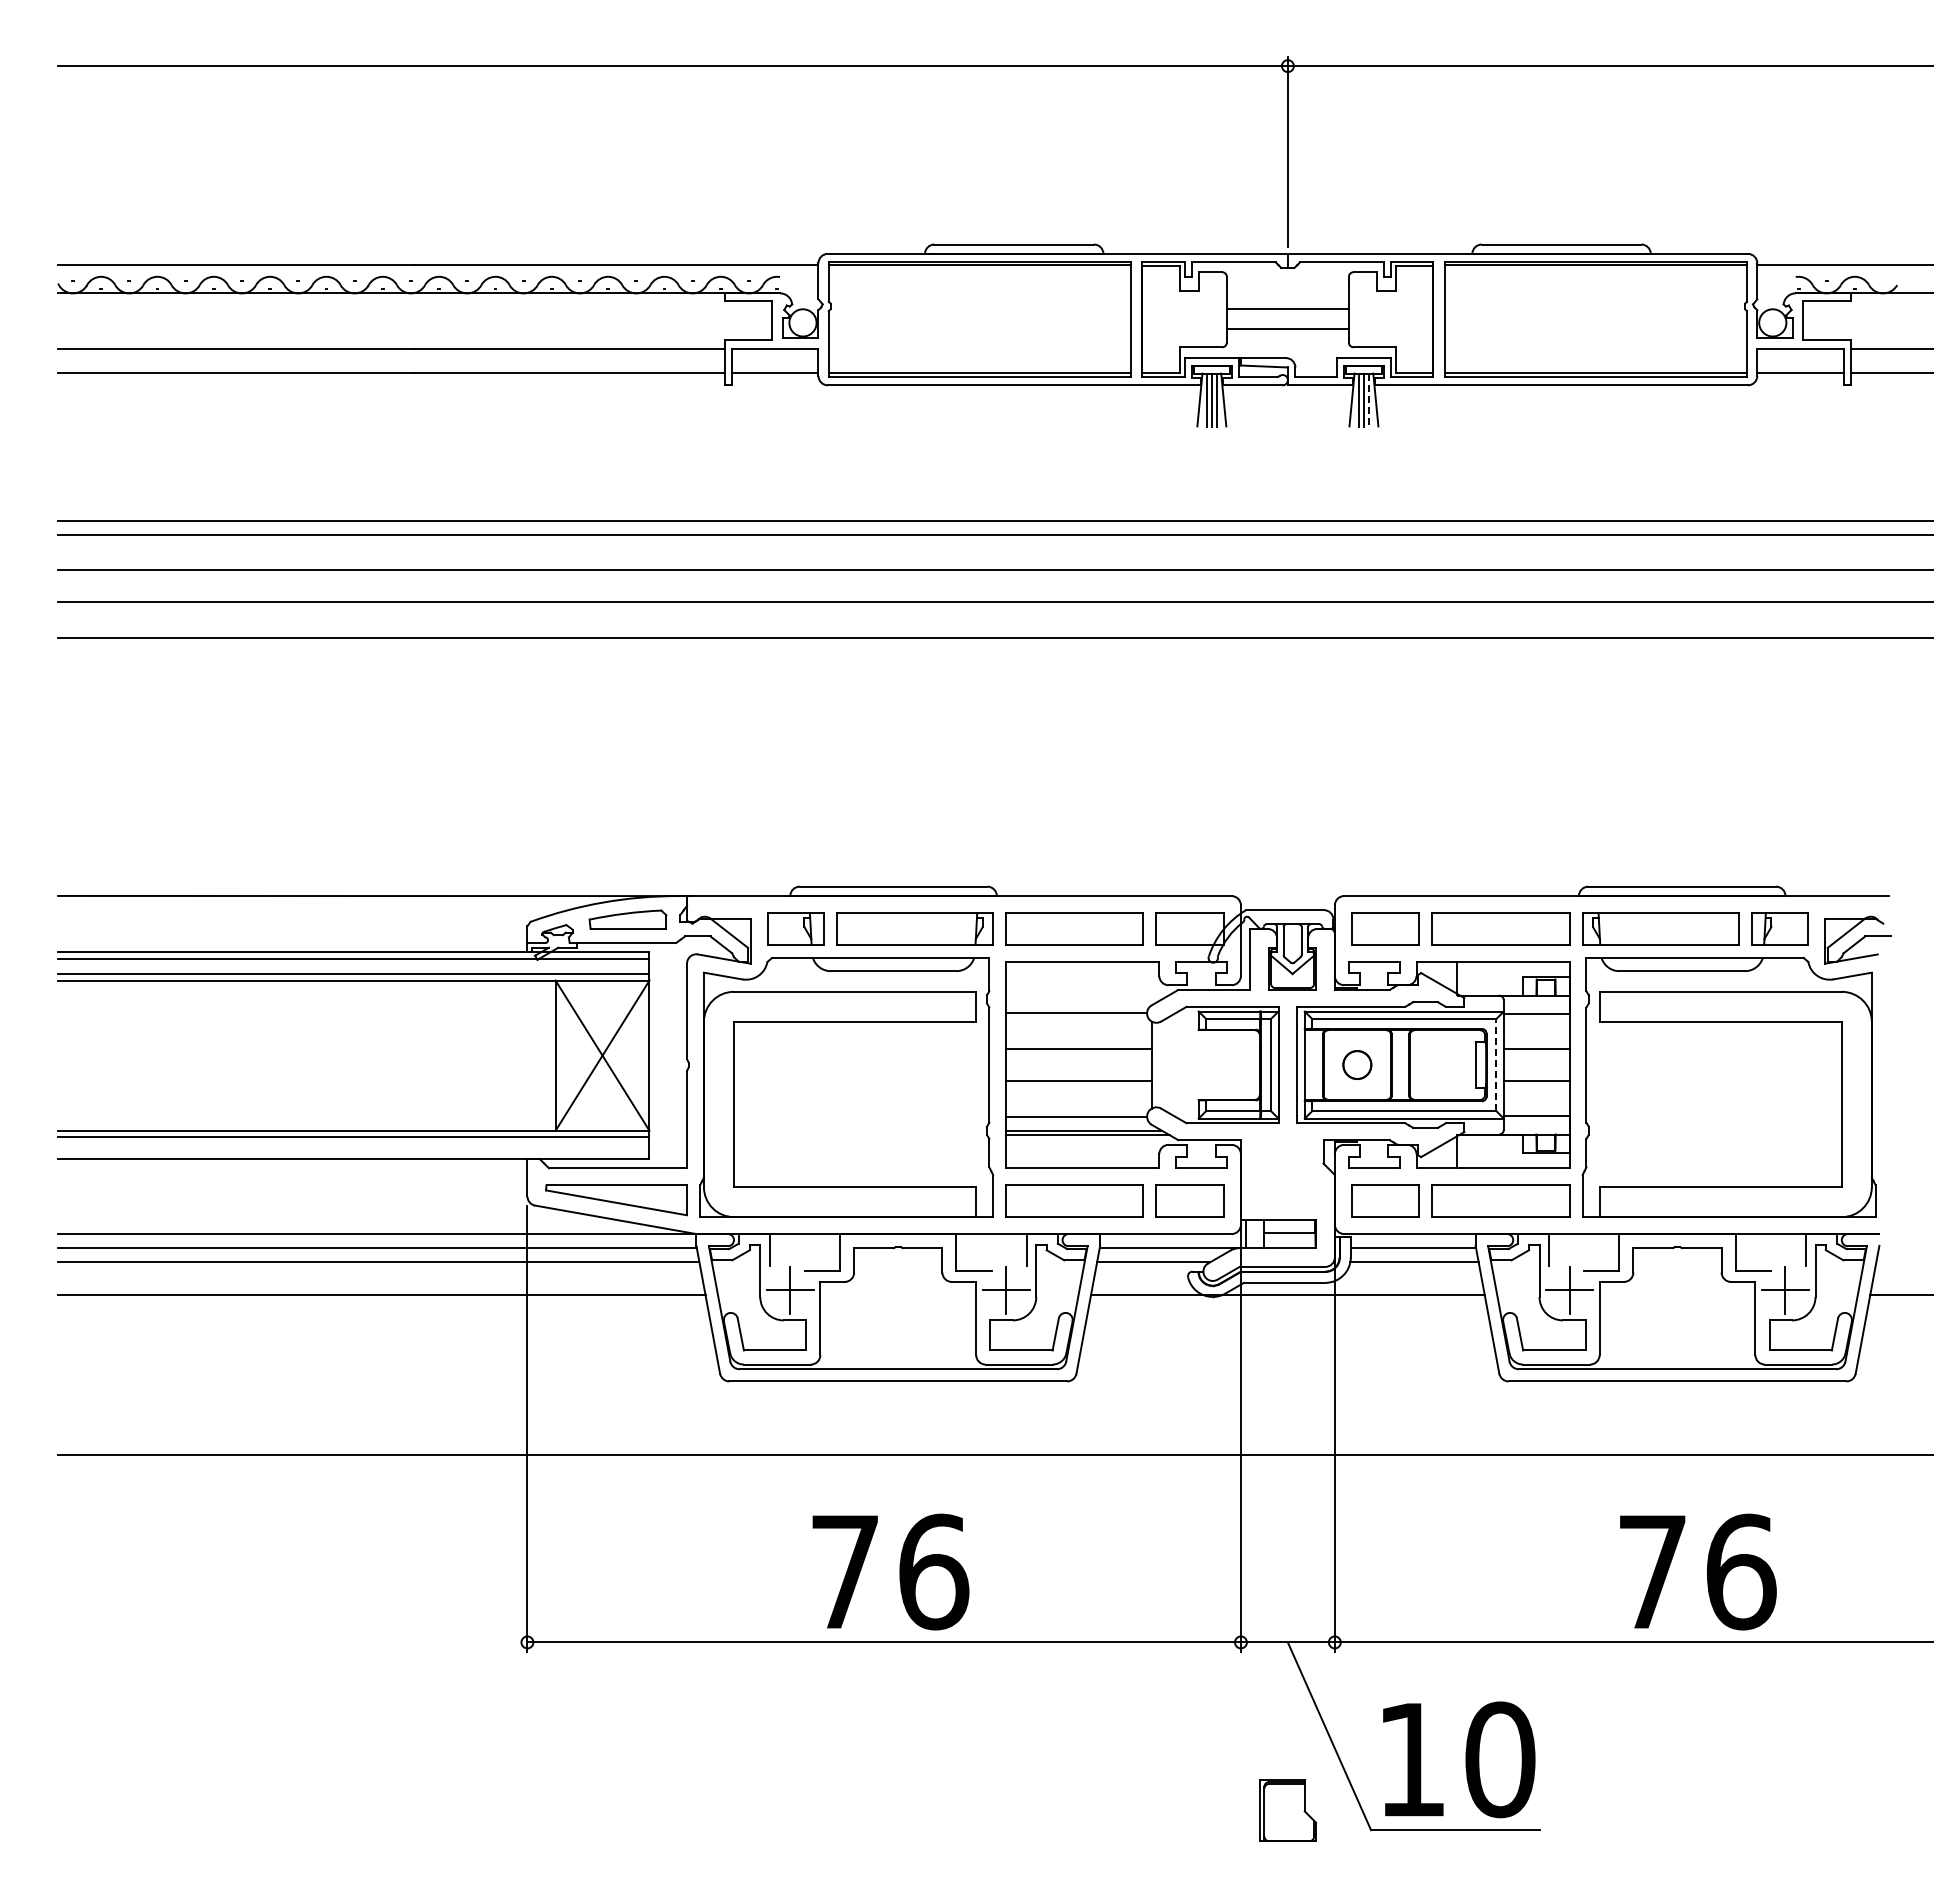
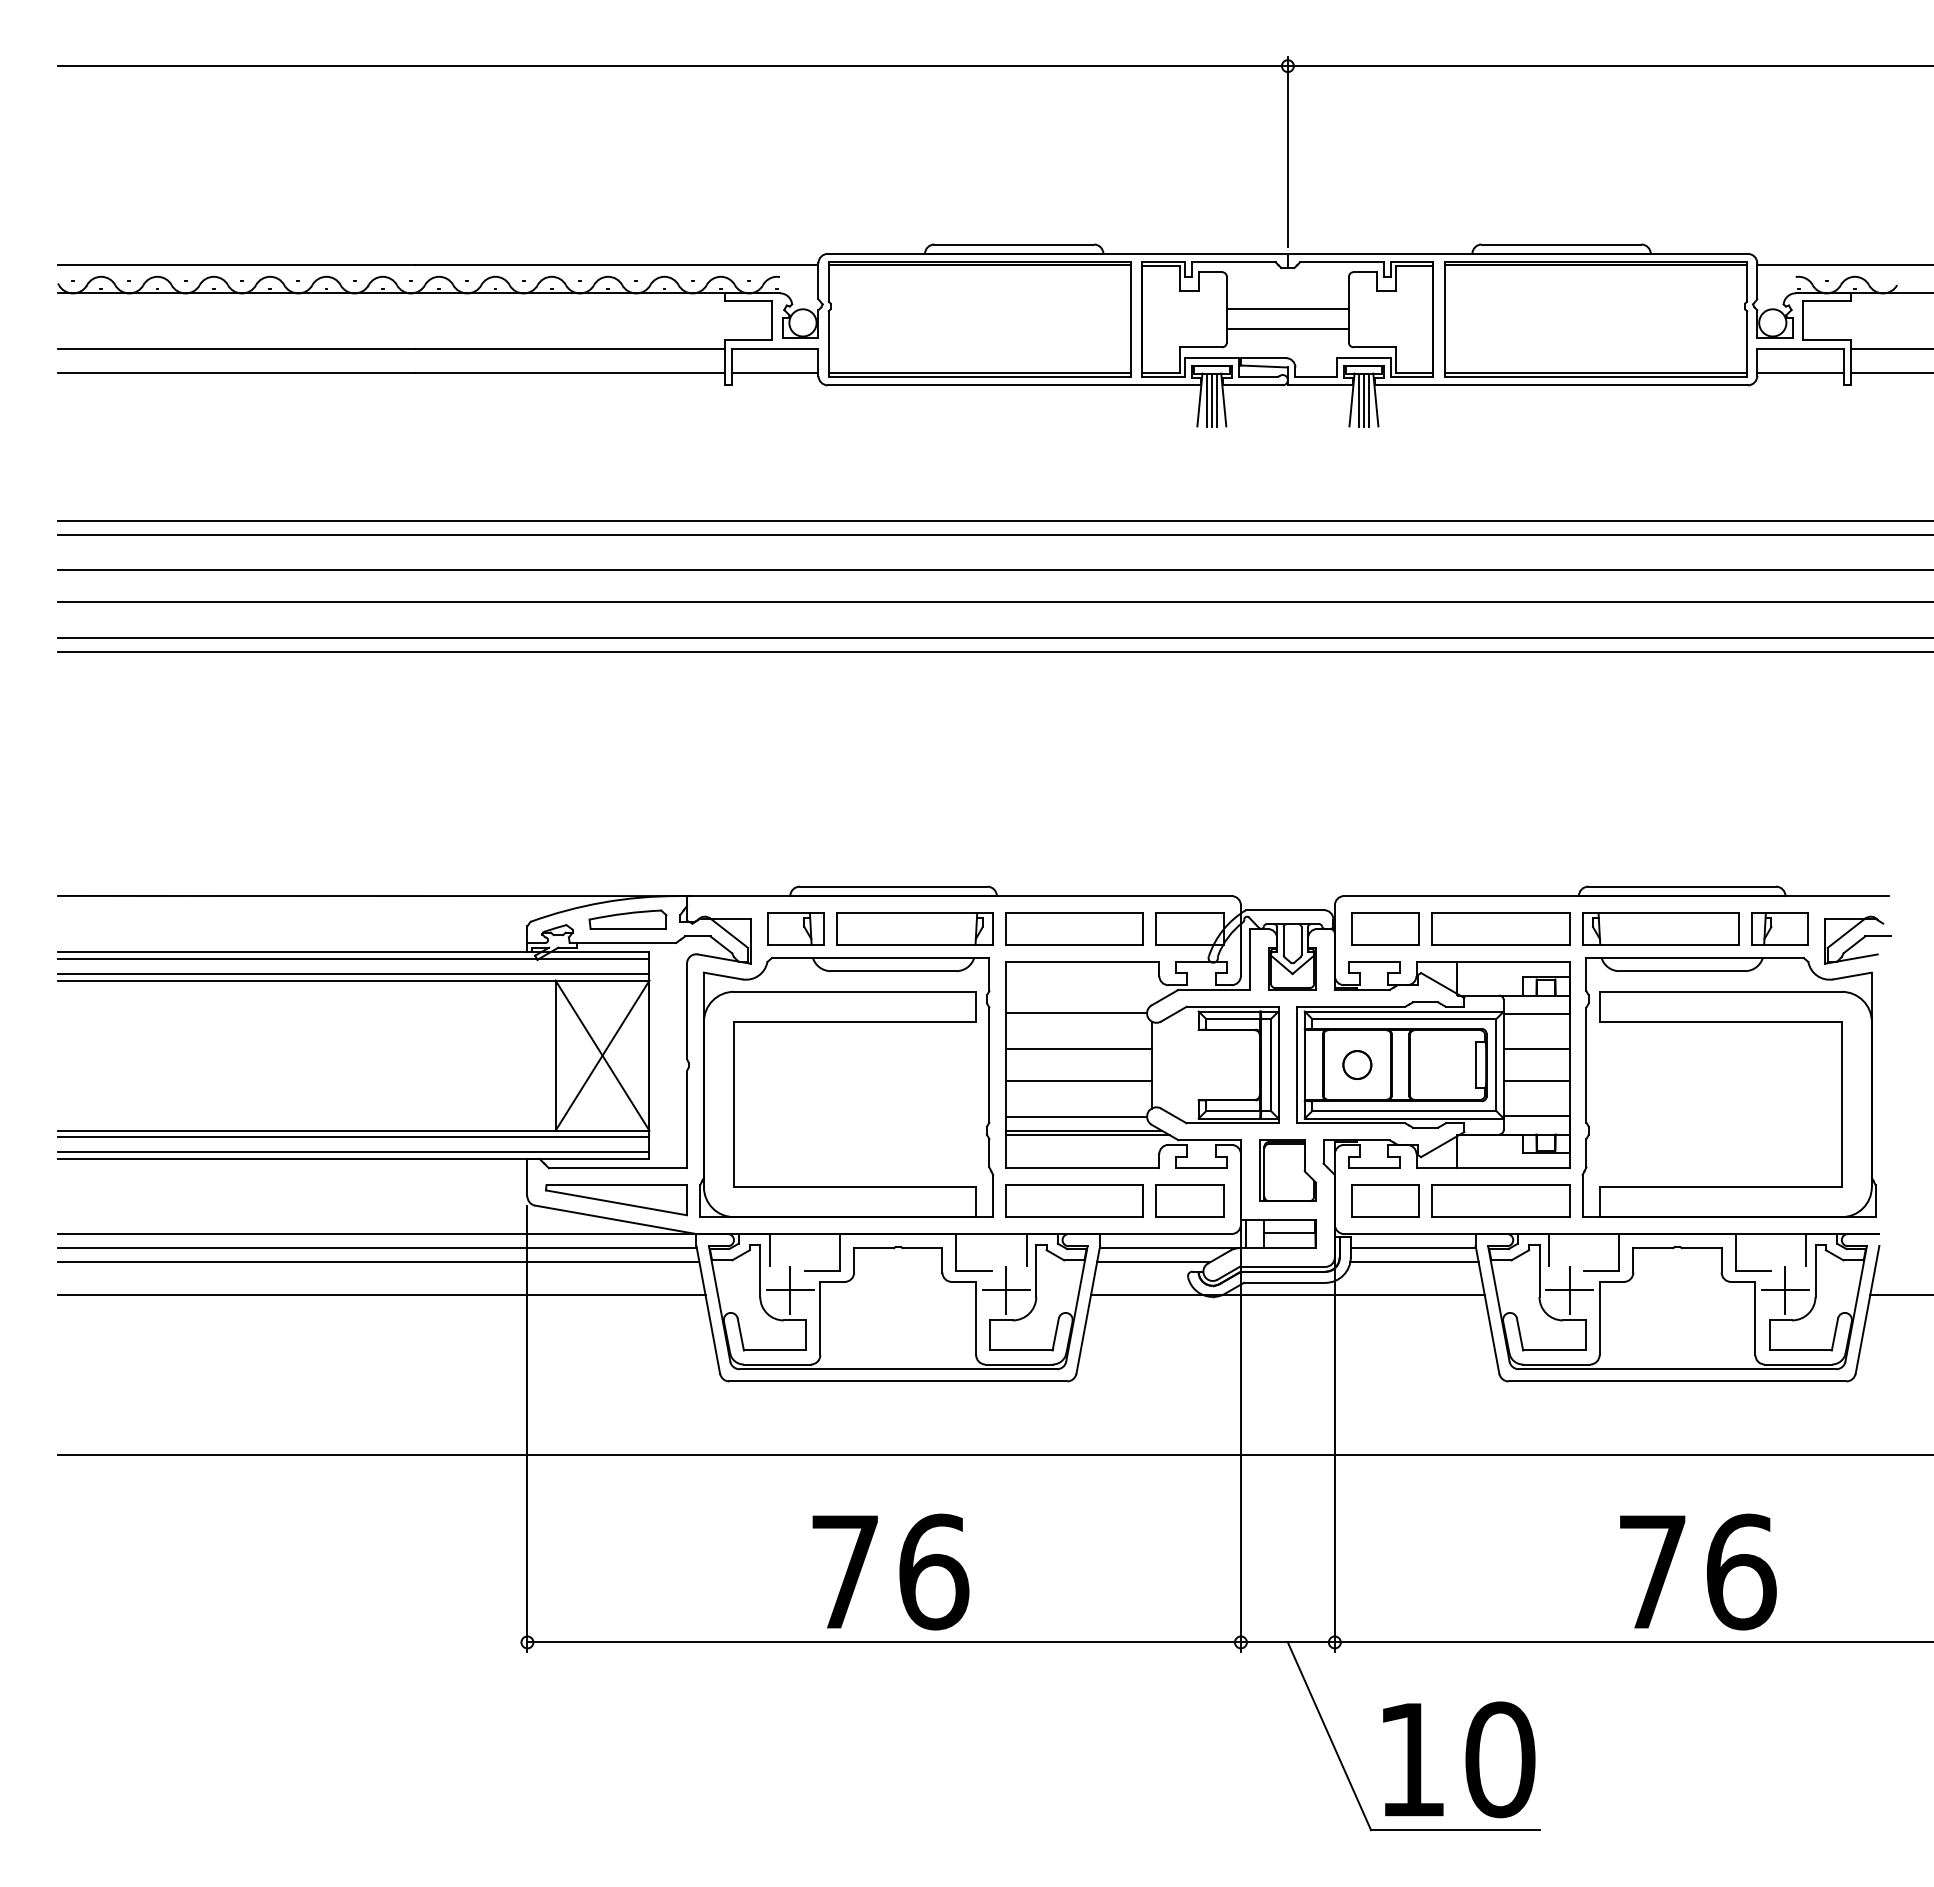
line at (1368, 400): dashed -> solid
line at (994, 651): none -> present
line at (1496, 1064): dashed -> solid
line at (353, 1152): none -> present
part at (1288, 1810) position: (1288, 1810) -> (1288, 1170)
